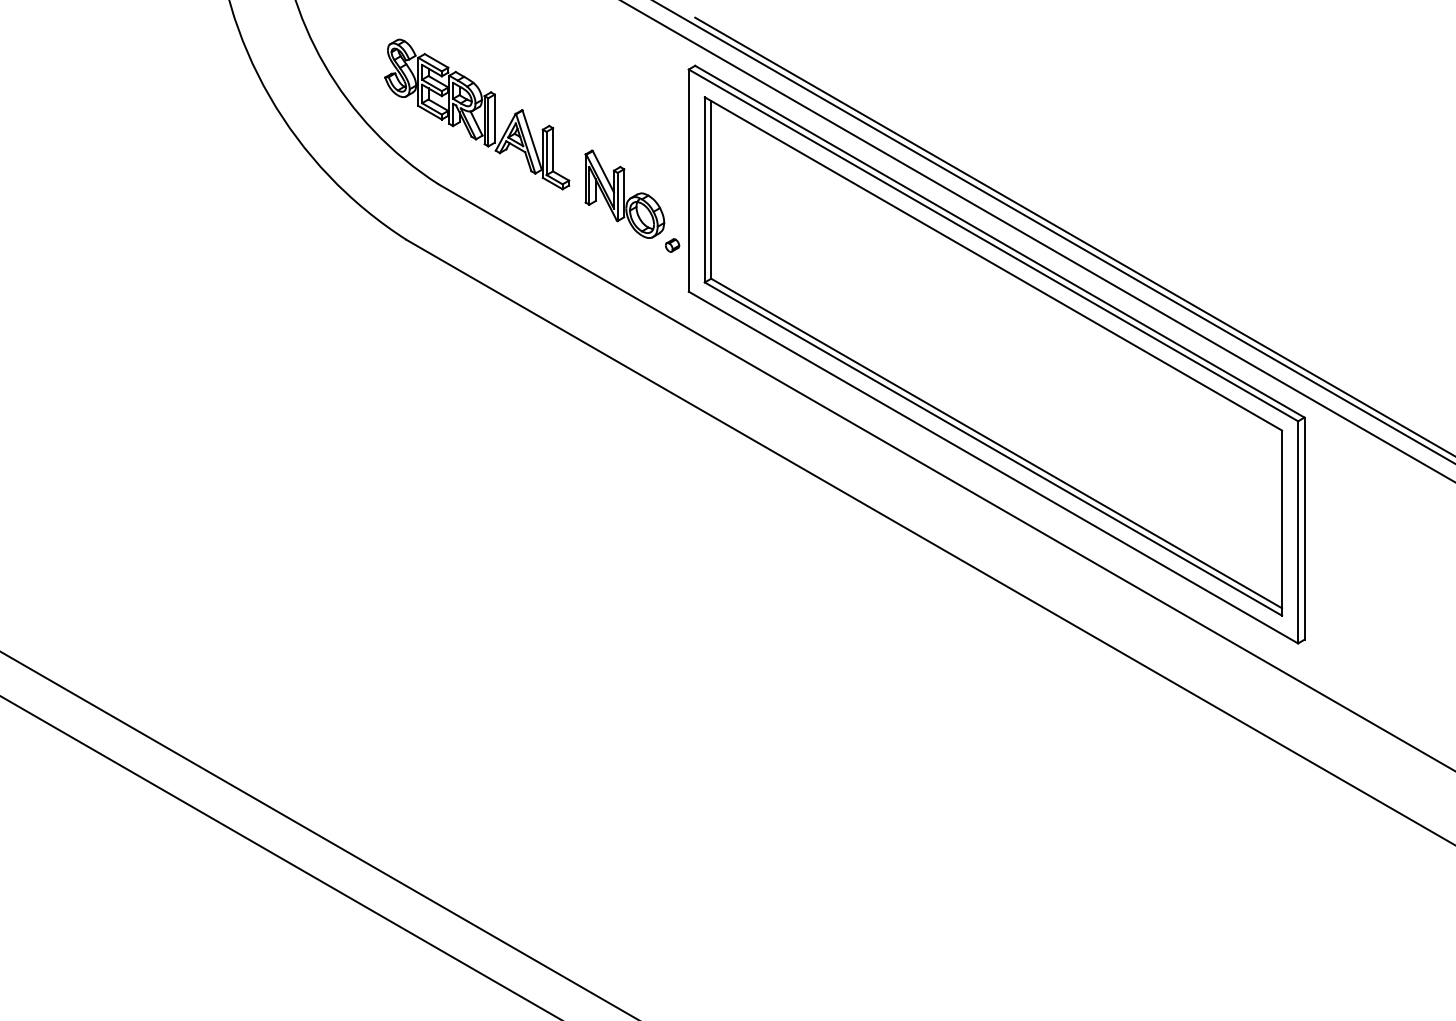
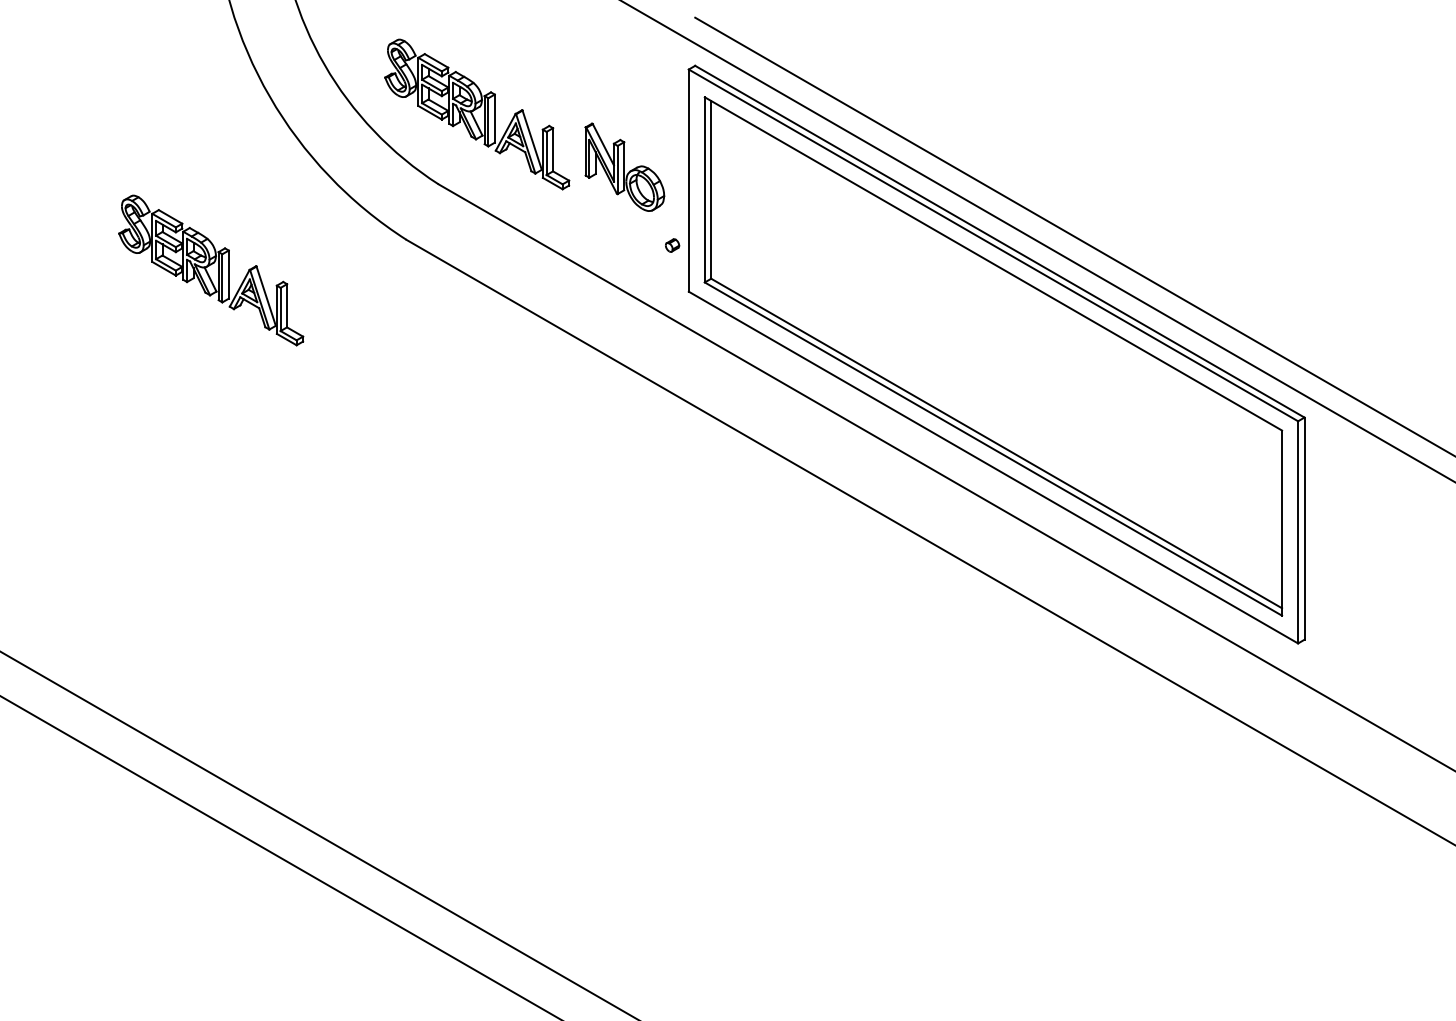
part at (624, 193) position: (624, 193) -> (624, 166)
line at (1053, 232): present -> none
part at (211, 270): none -> present
